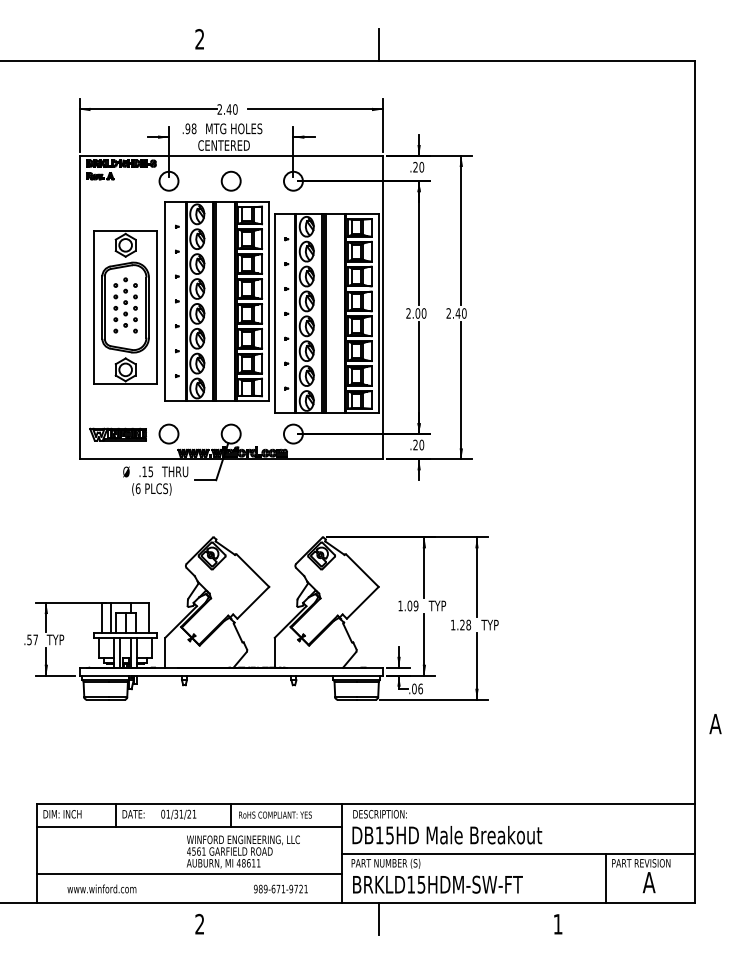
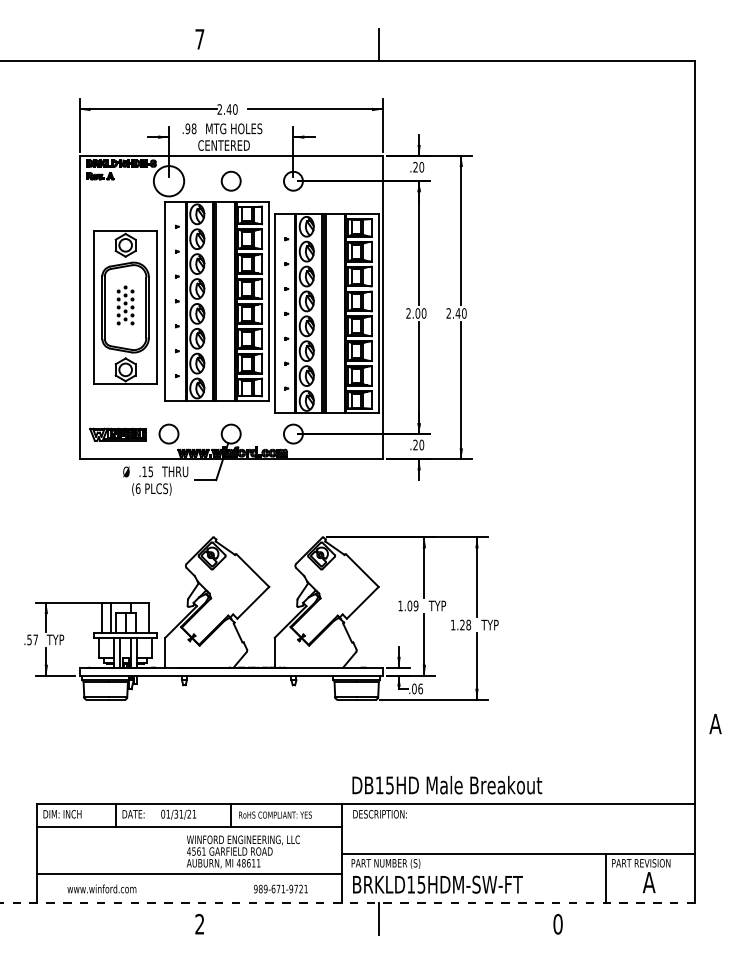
text at (199, 39): 2 -> 7
circle at (168, 180) diameter: 19 px -> 30 px
part at (125, 305) size: 25x57 px -> 19x41 px
text at (447, 835) position: (447, 835) -> (447, 785)
line at (347, 903): solid -> dashed
text at (557, 924): 1 -> 0
